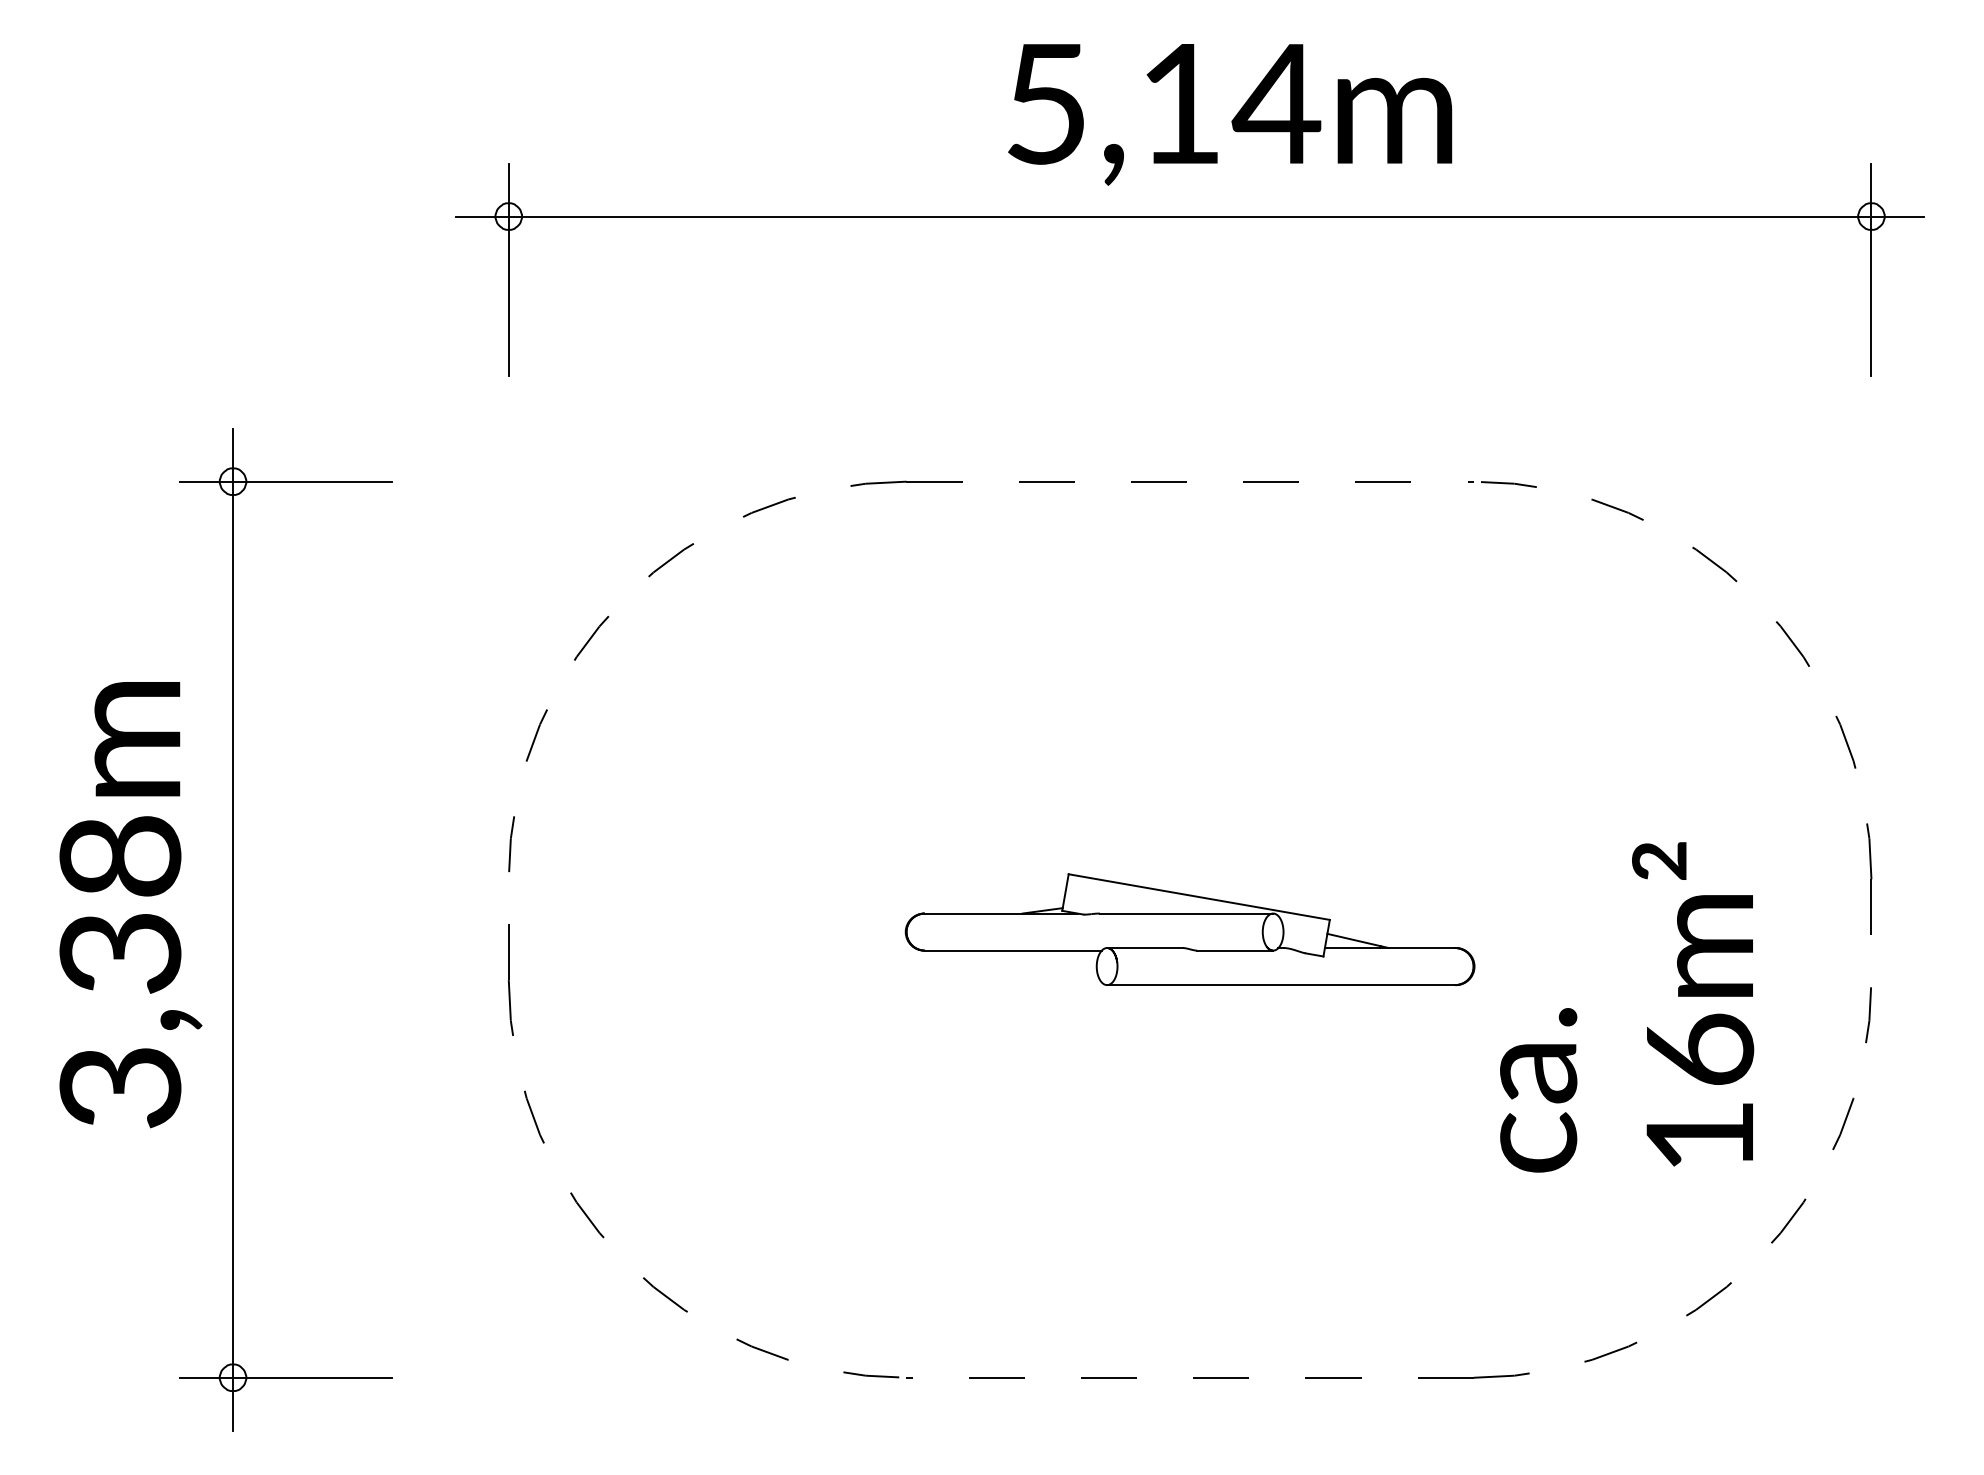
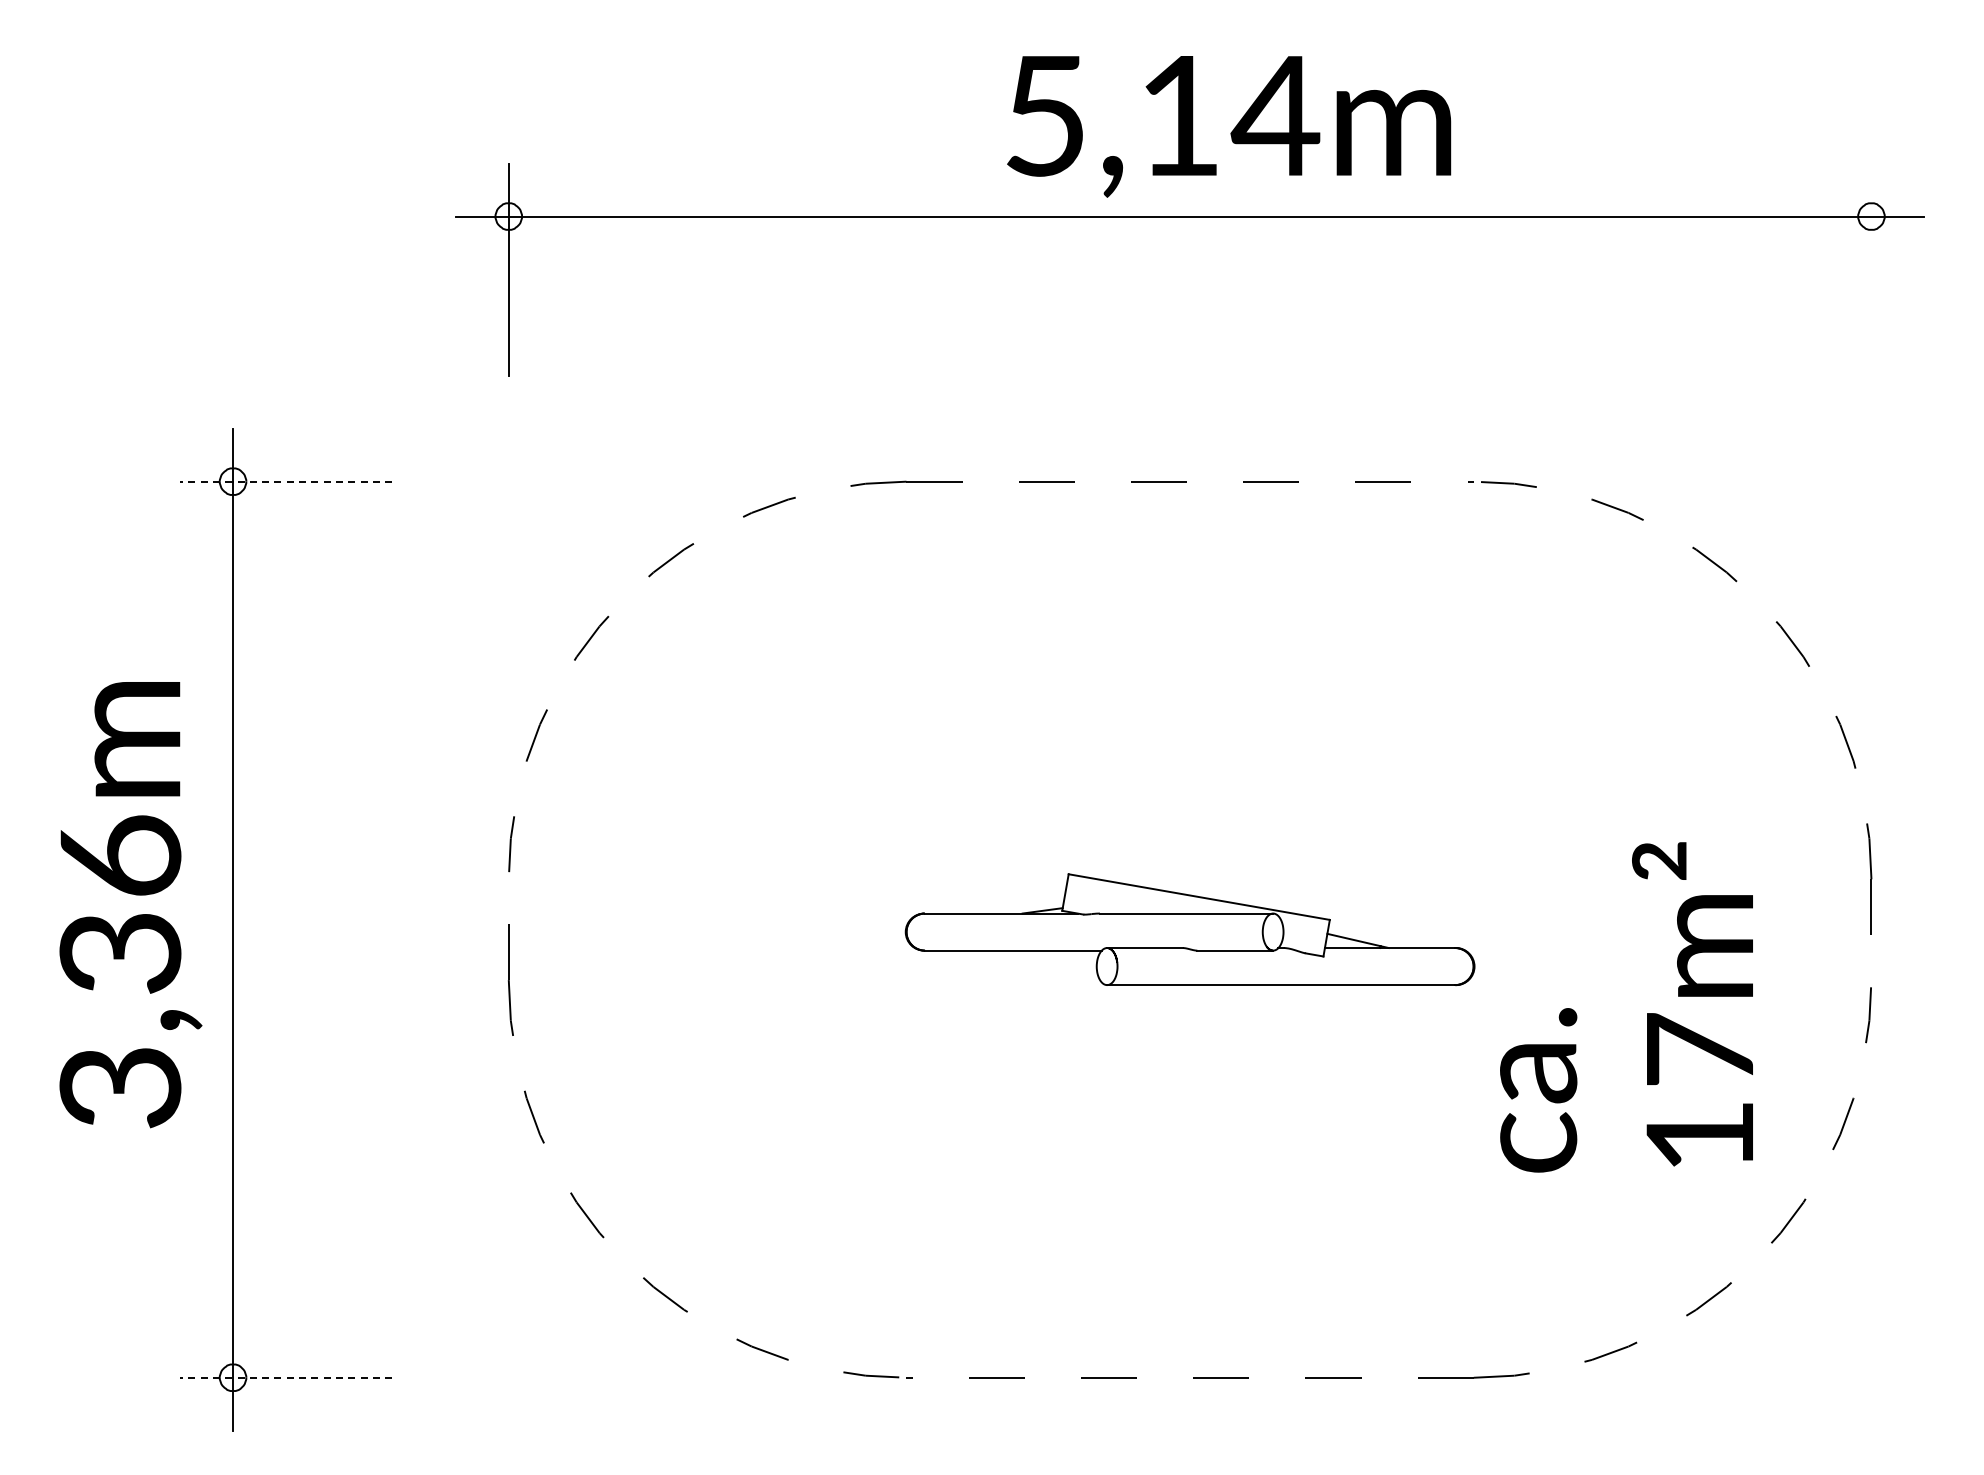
text at (1230, 114) position: (1230, 114) -> (1229, 126)
line at (1871, 269): present -> none
line at (285, 481): solid -> dashed
text at (119, 855): 3,38m -> 3,36m
text at (1700, 1048): 16m² -> 17m²
line at (285, 1377): solid -> dashed
